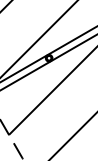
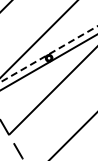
line at (49, 54): solid -> dashed
